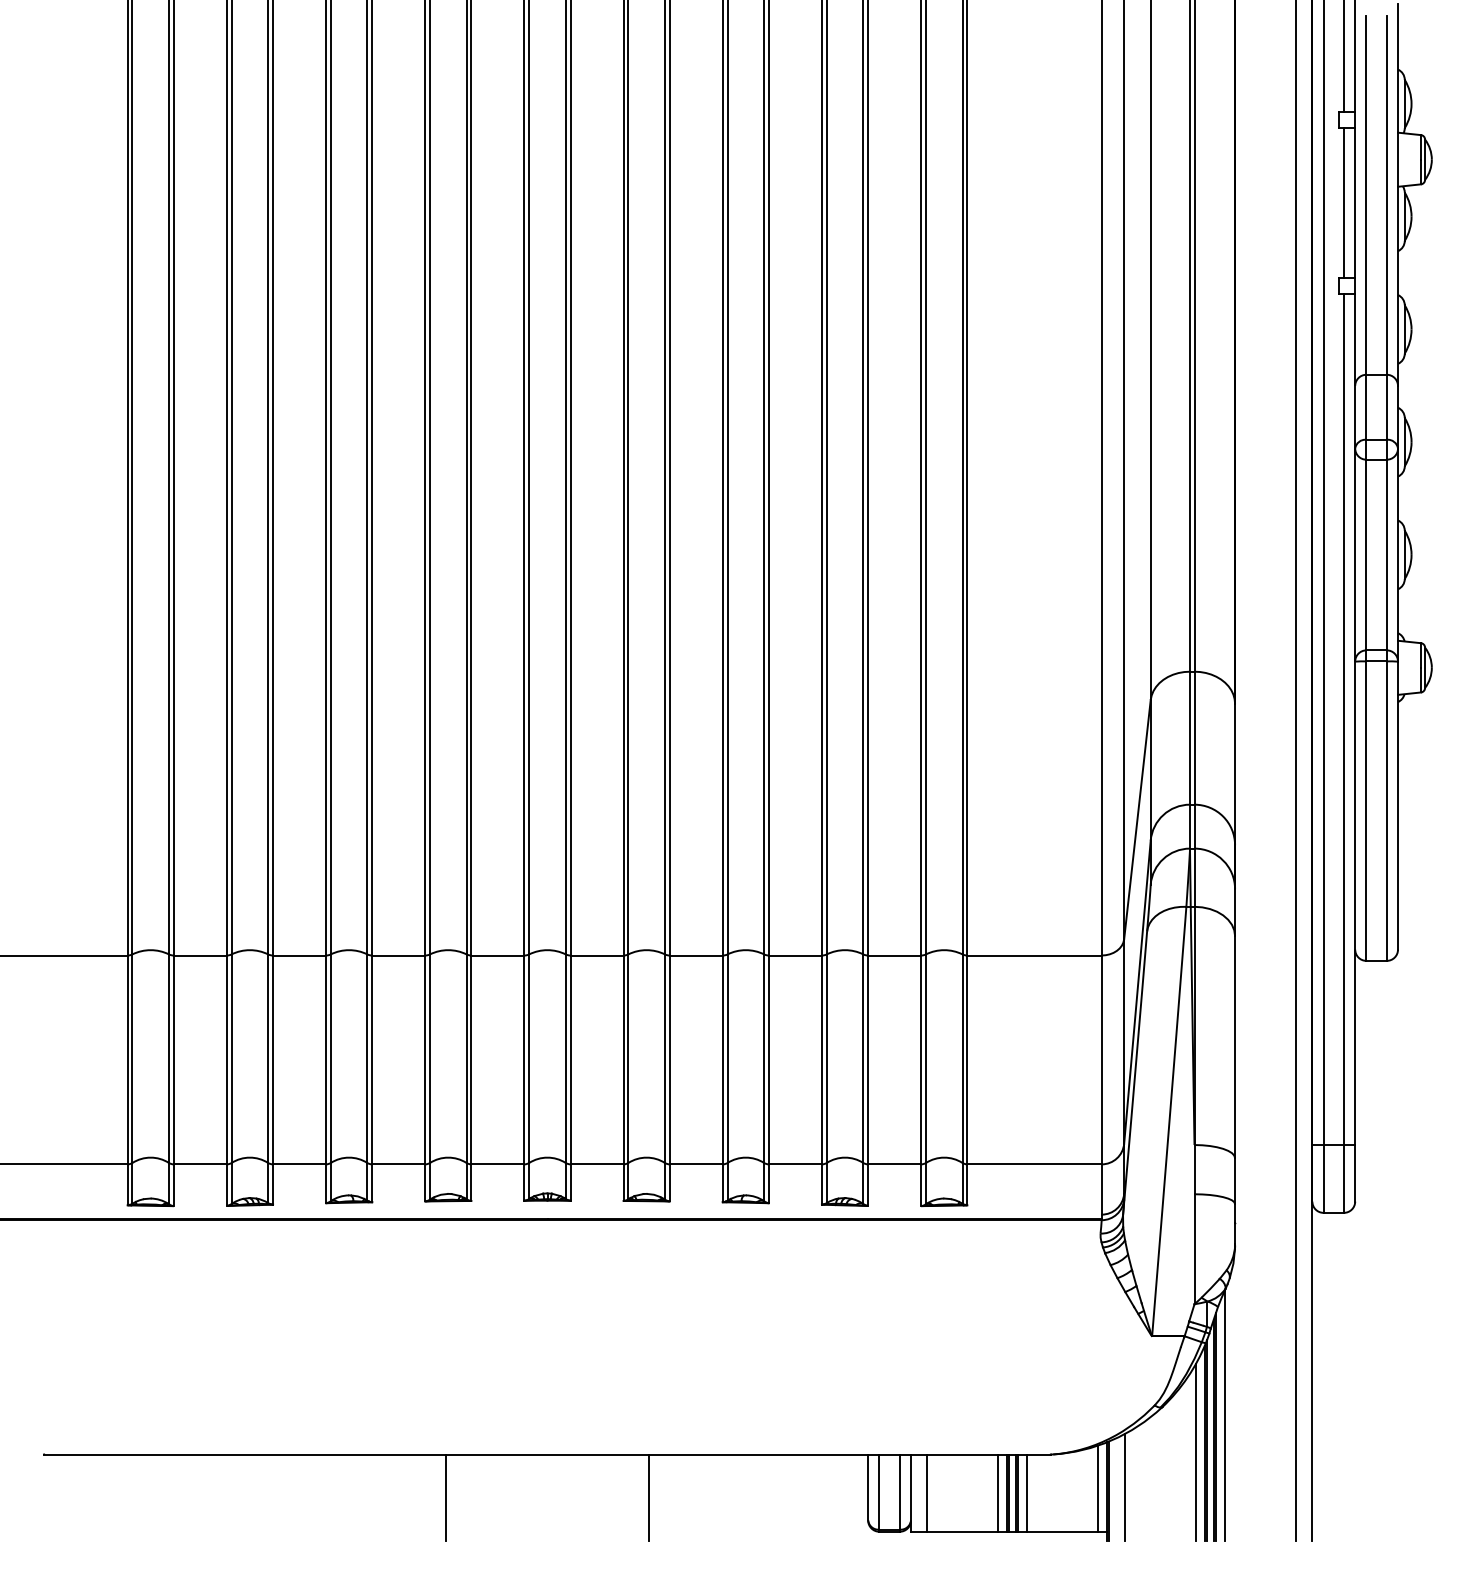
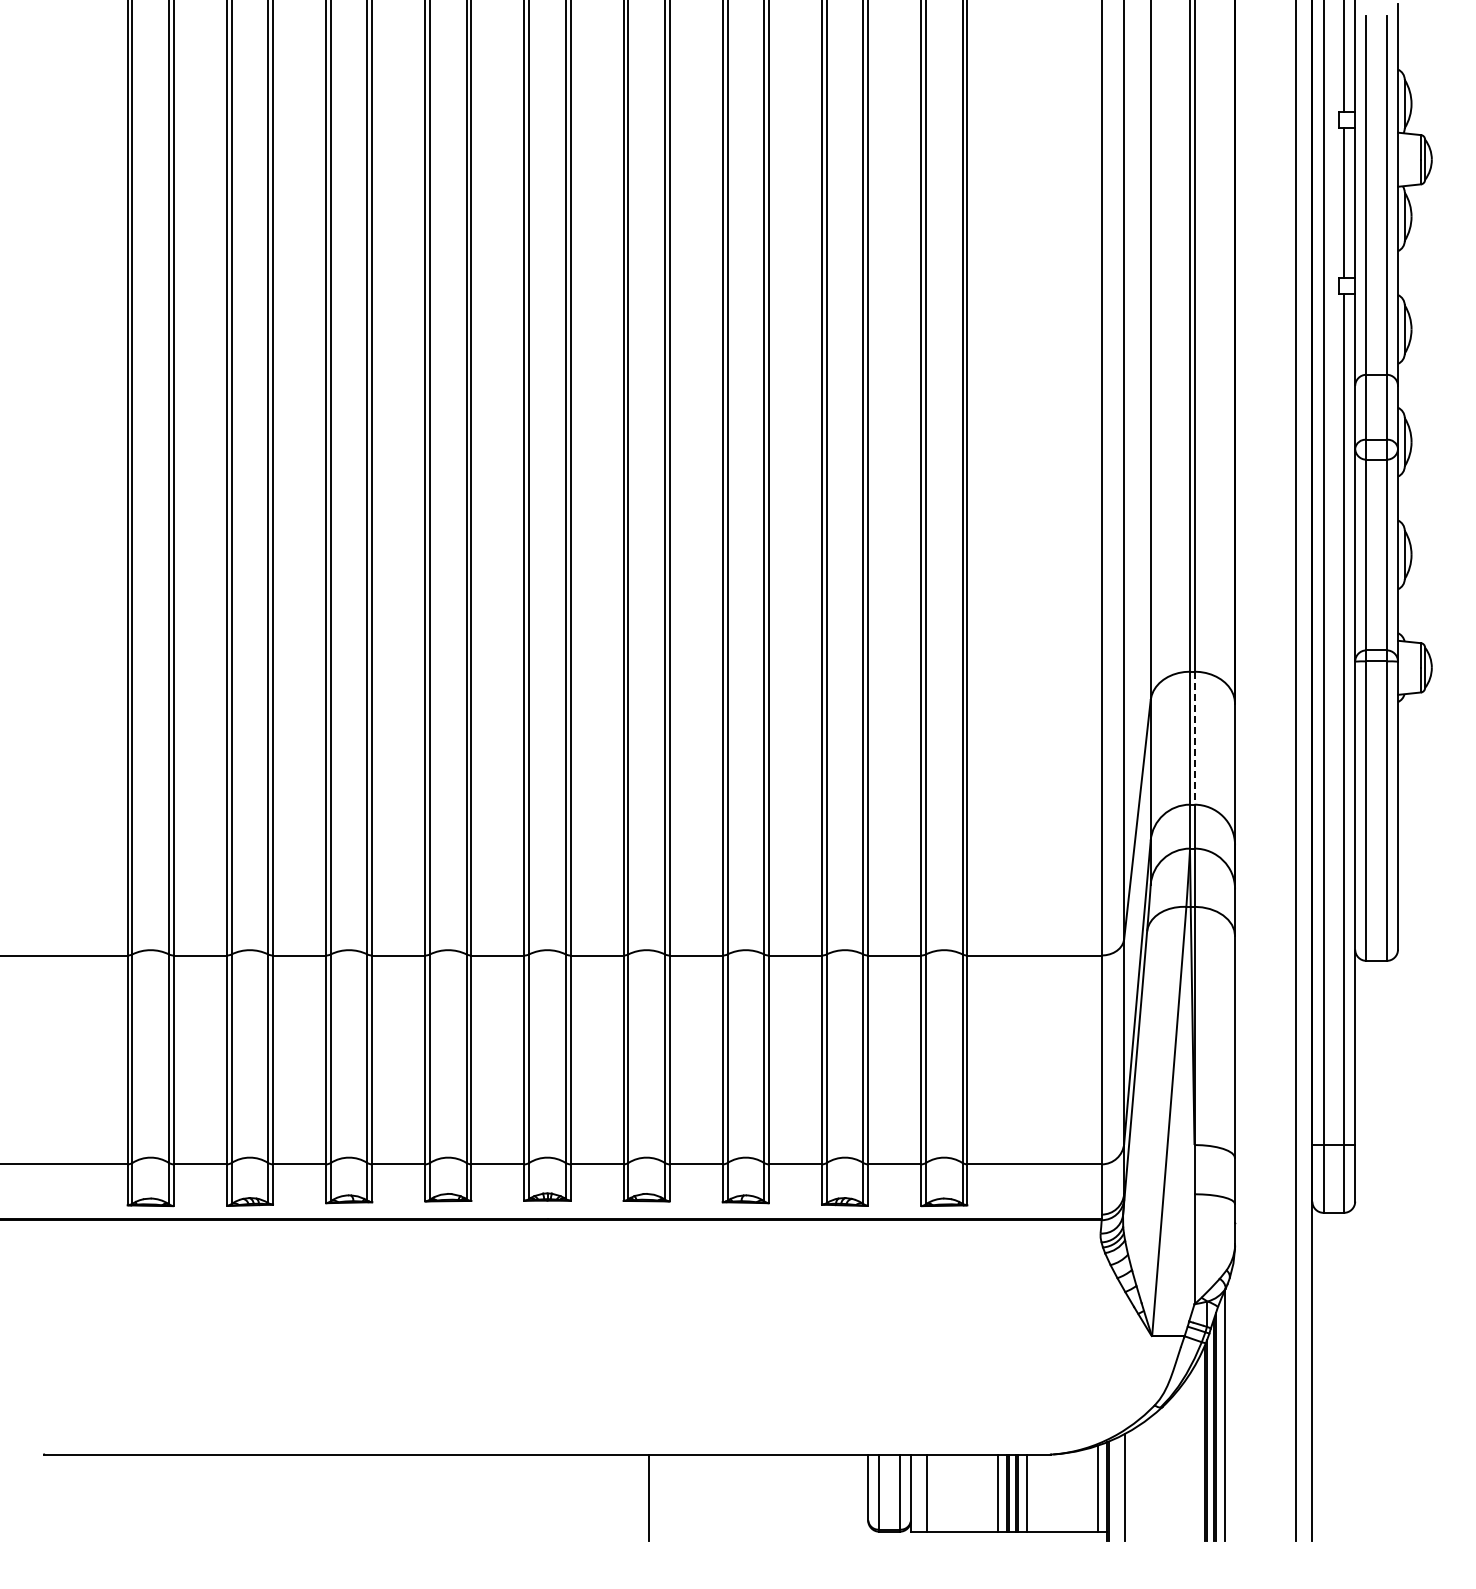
line at (1194, 738): solid -> dashed
line at (1195, 1452): present -> none
line at (446, 1497): present -> none
